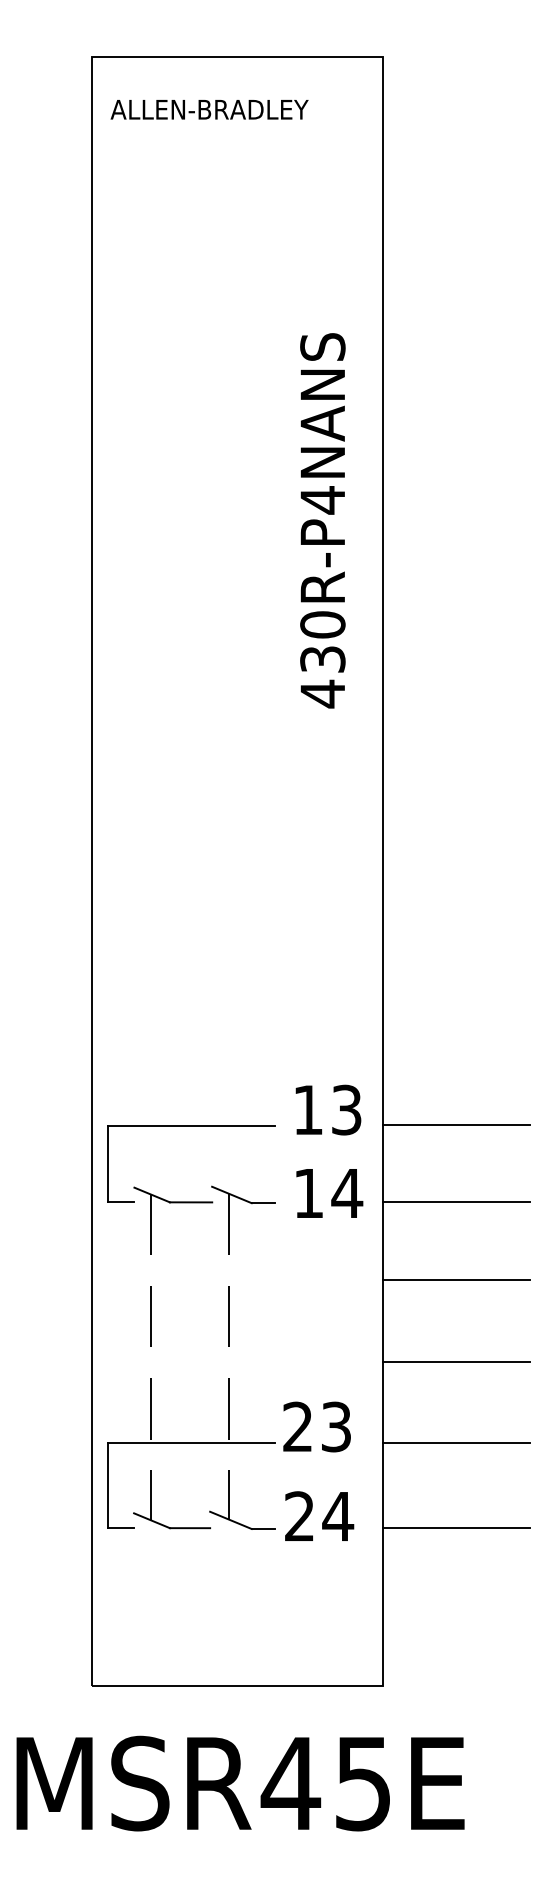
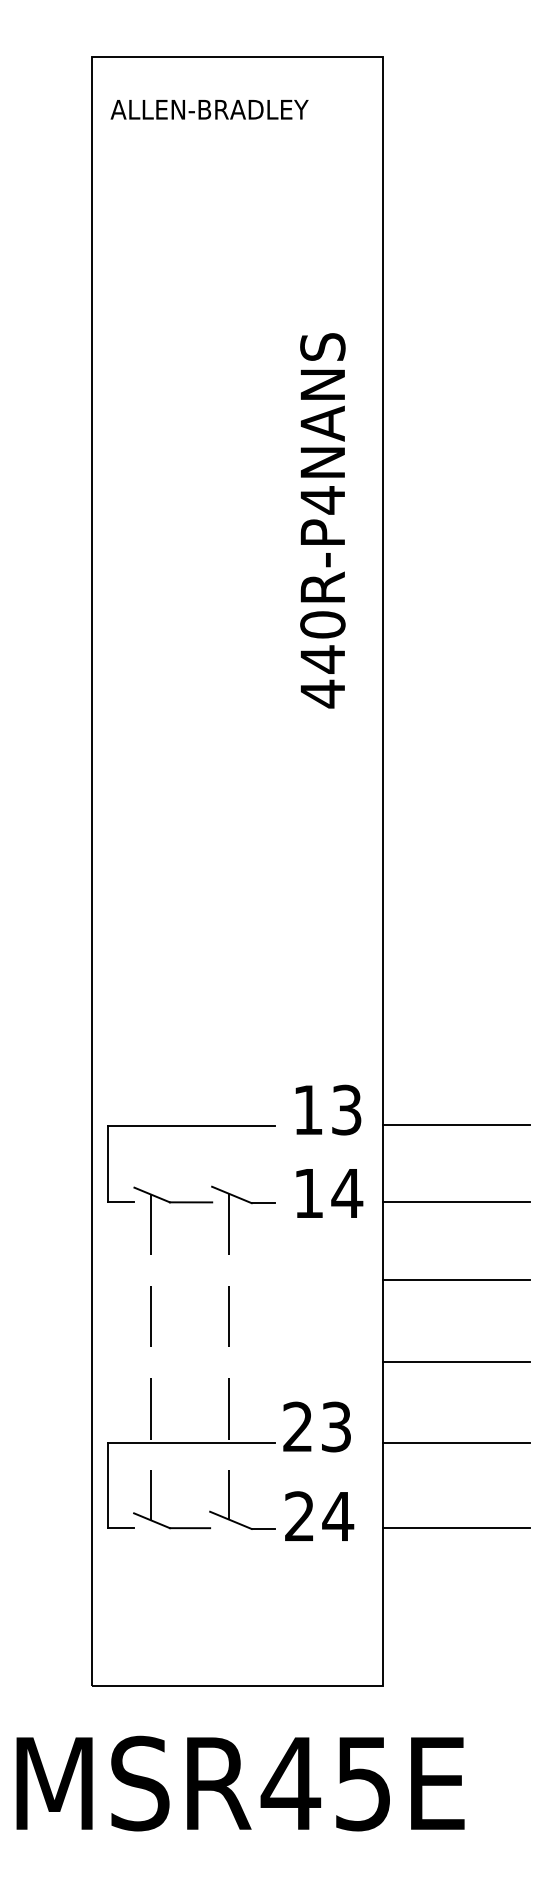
text at (322, 659): 430R-P4NANS -> 440R-P4NANS
